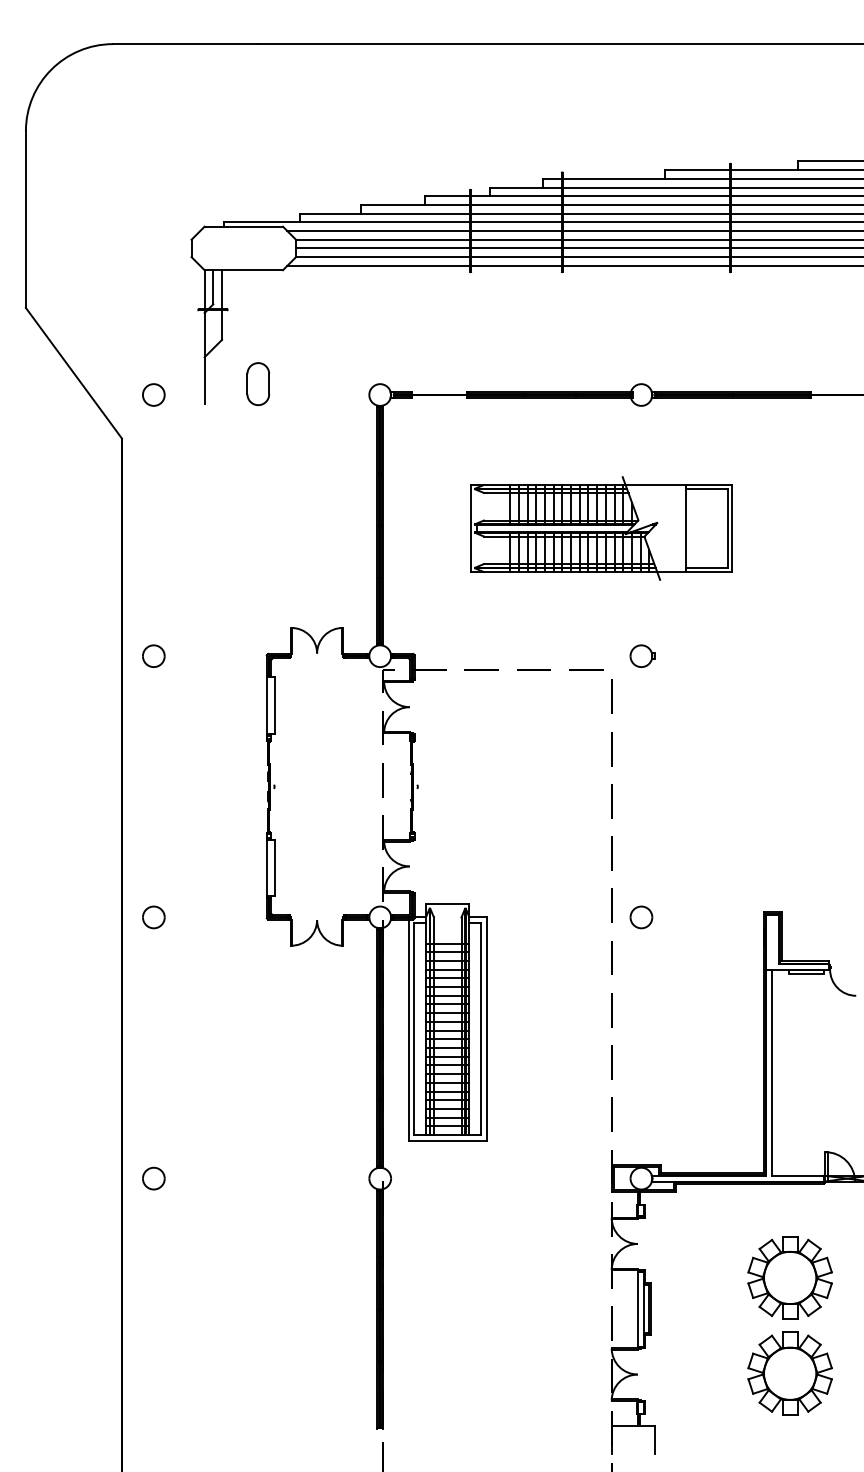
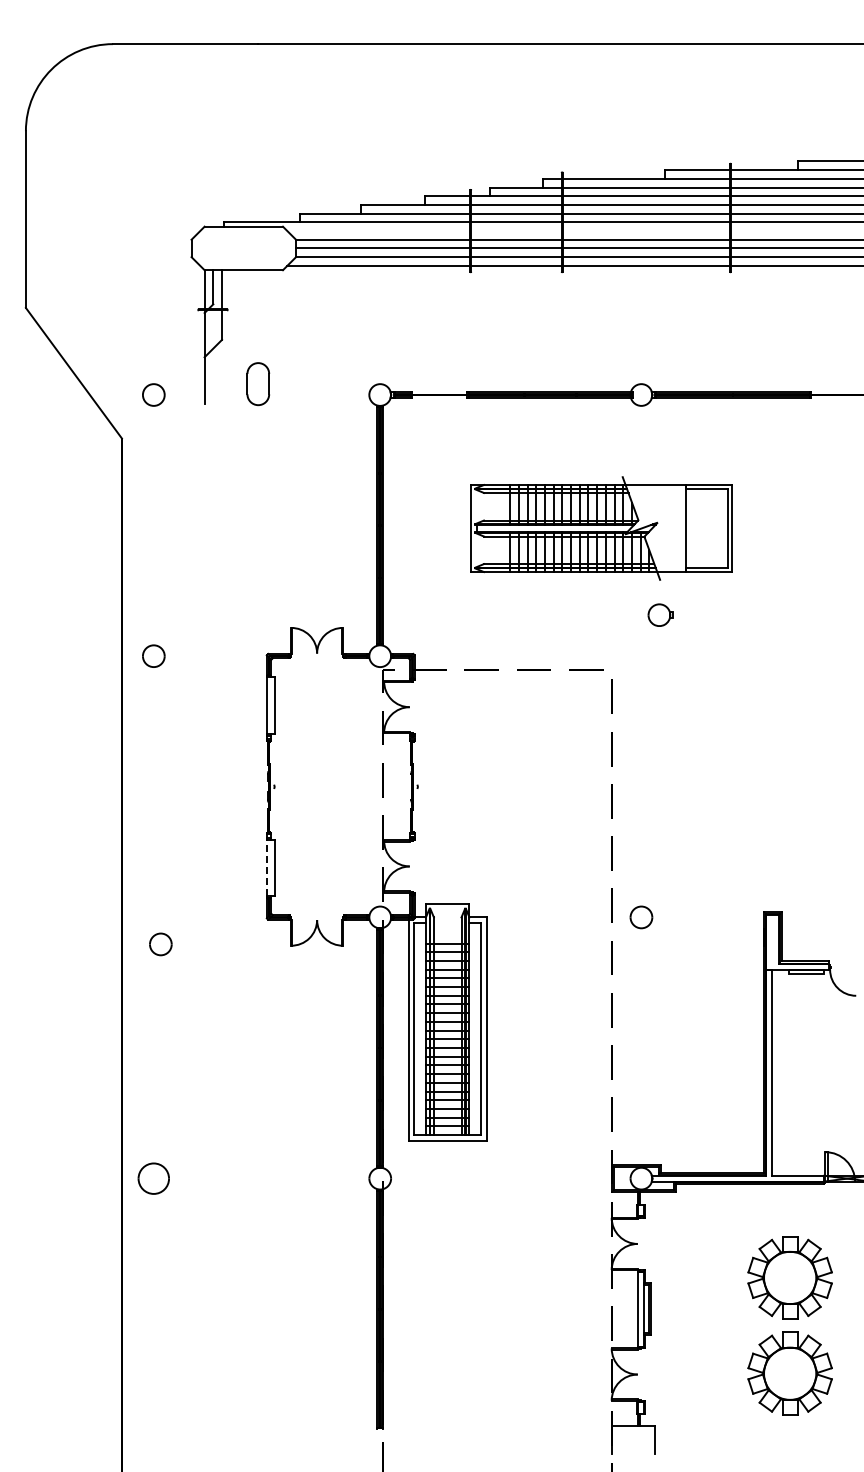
line at (573, 231): present -> none
part at (642, 655) position: (642, 655) -> (660, 614)
line at (266, 867): solid -> dashed
part at (153, 917) position: (153, 917) -> (160, 944)
part at (153, 1178) size: 24x25 px -> 33x33 px
